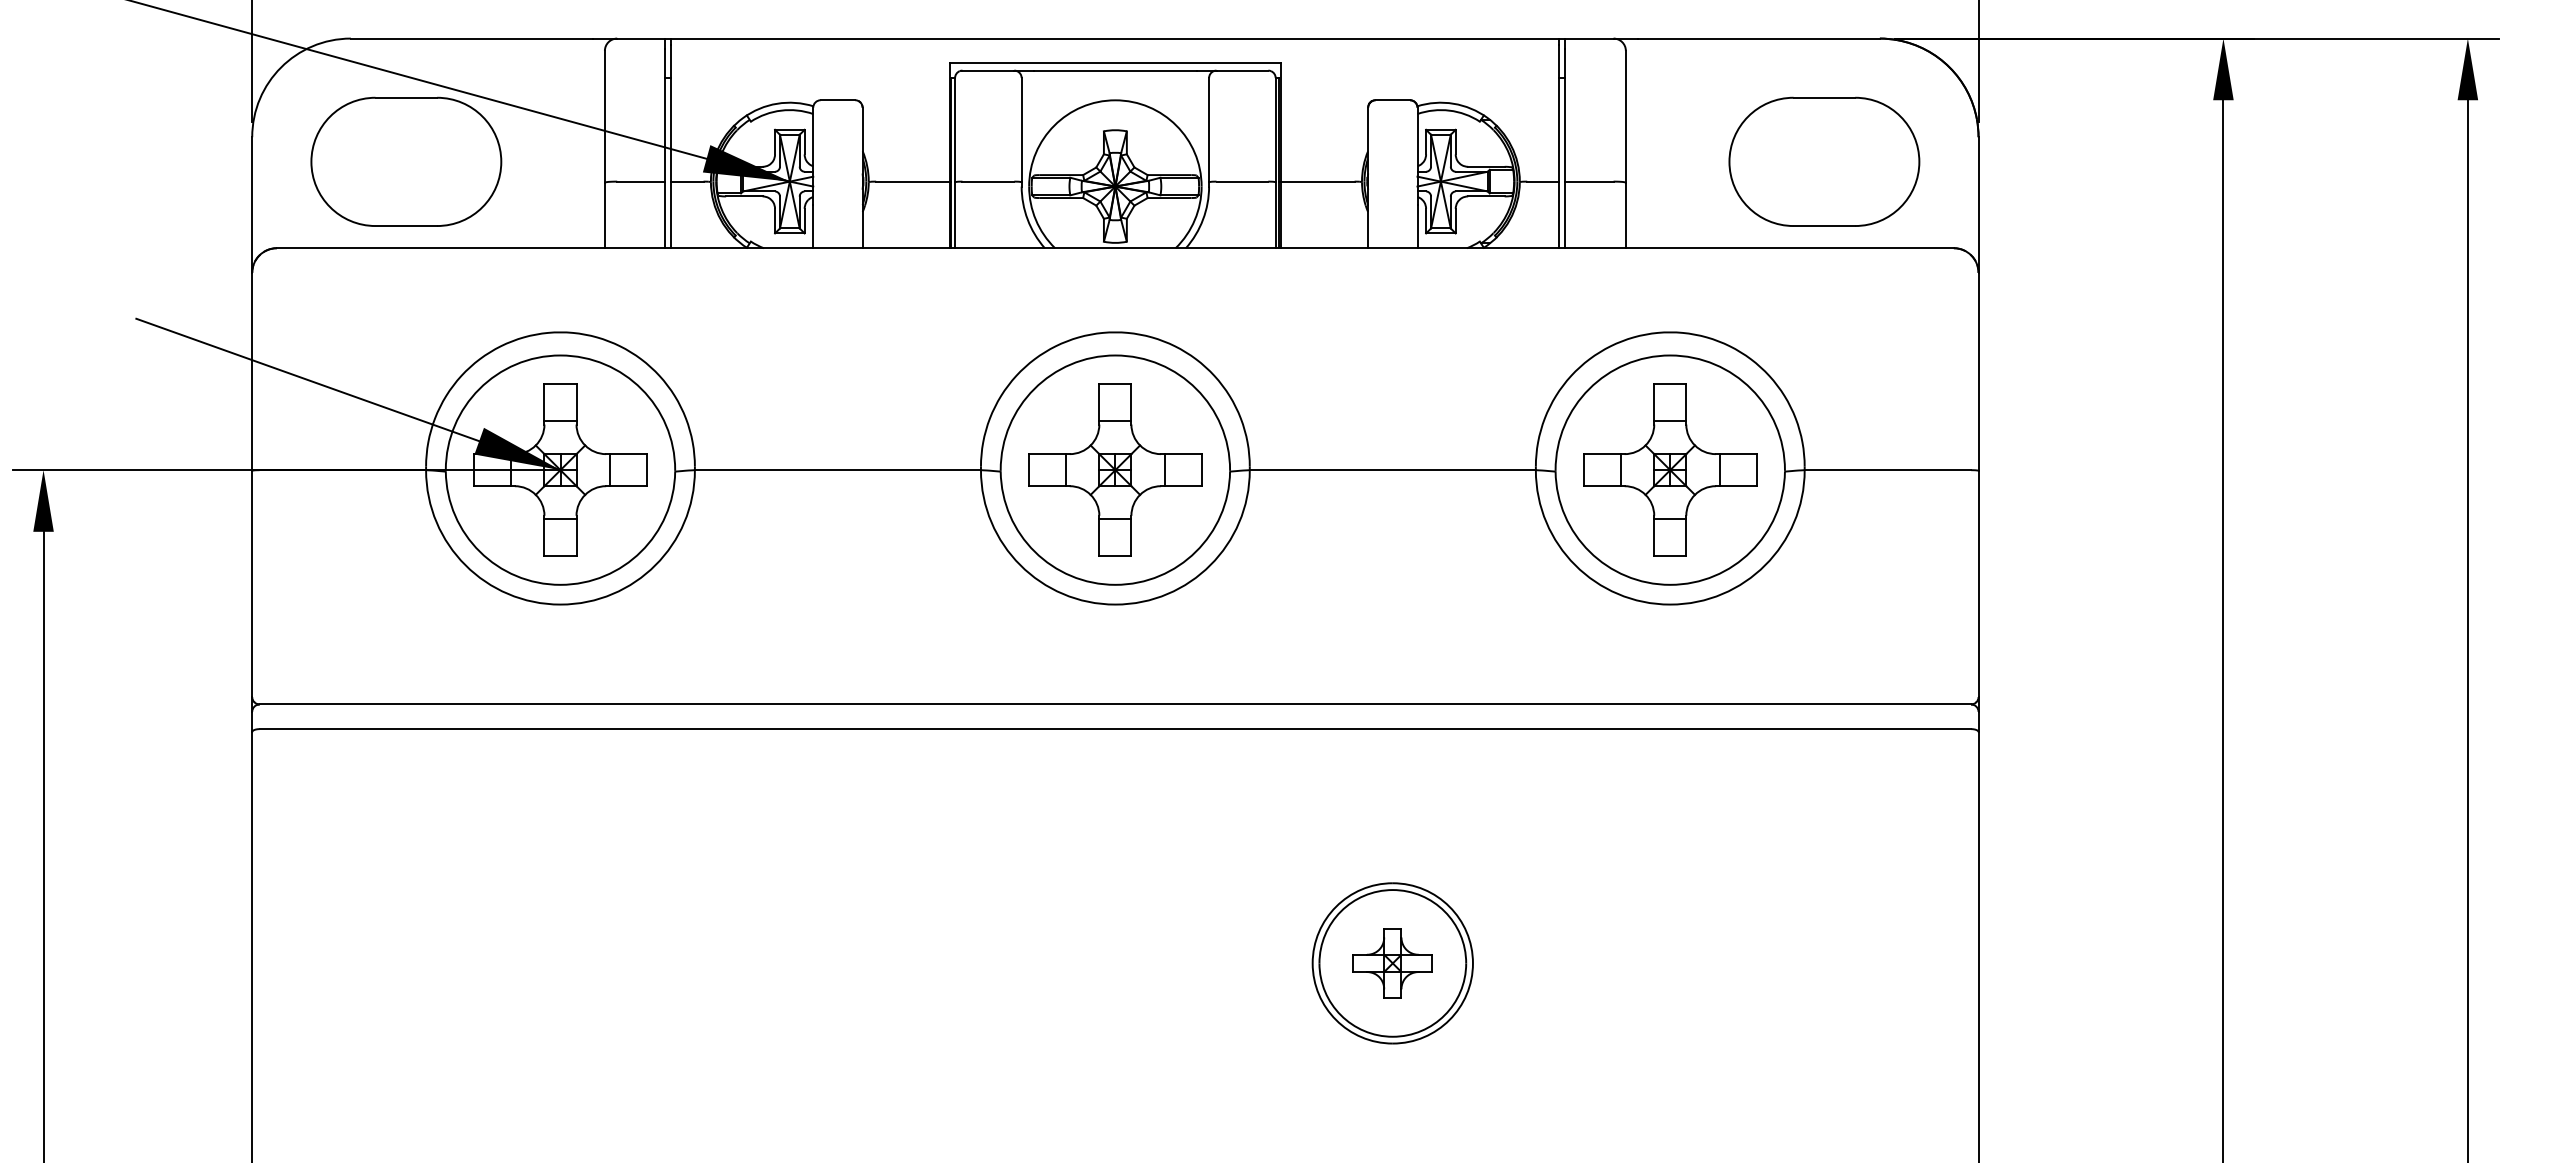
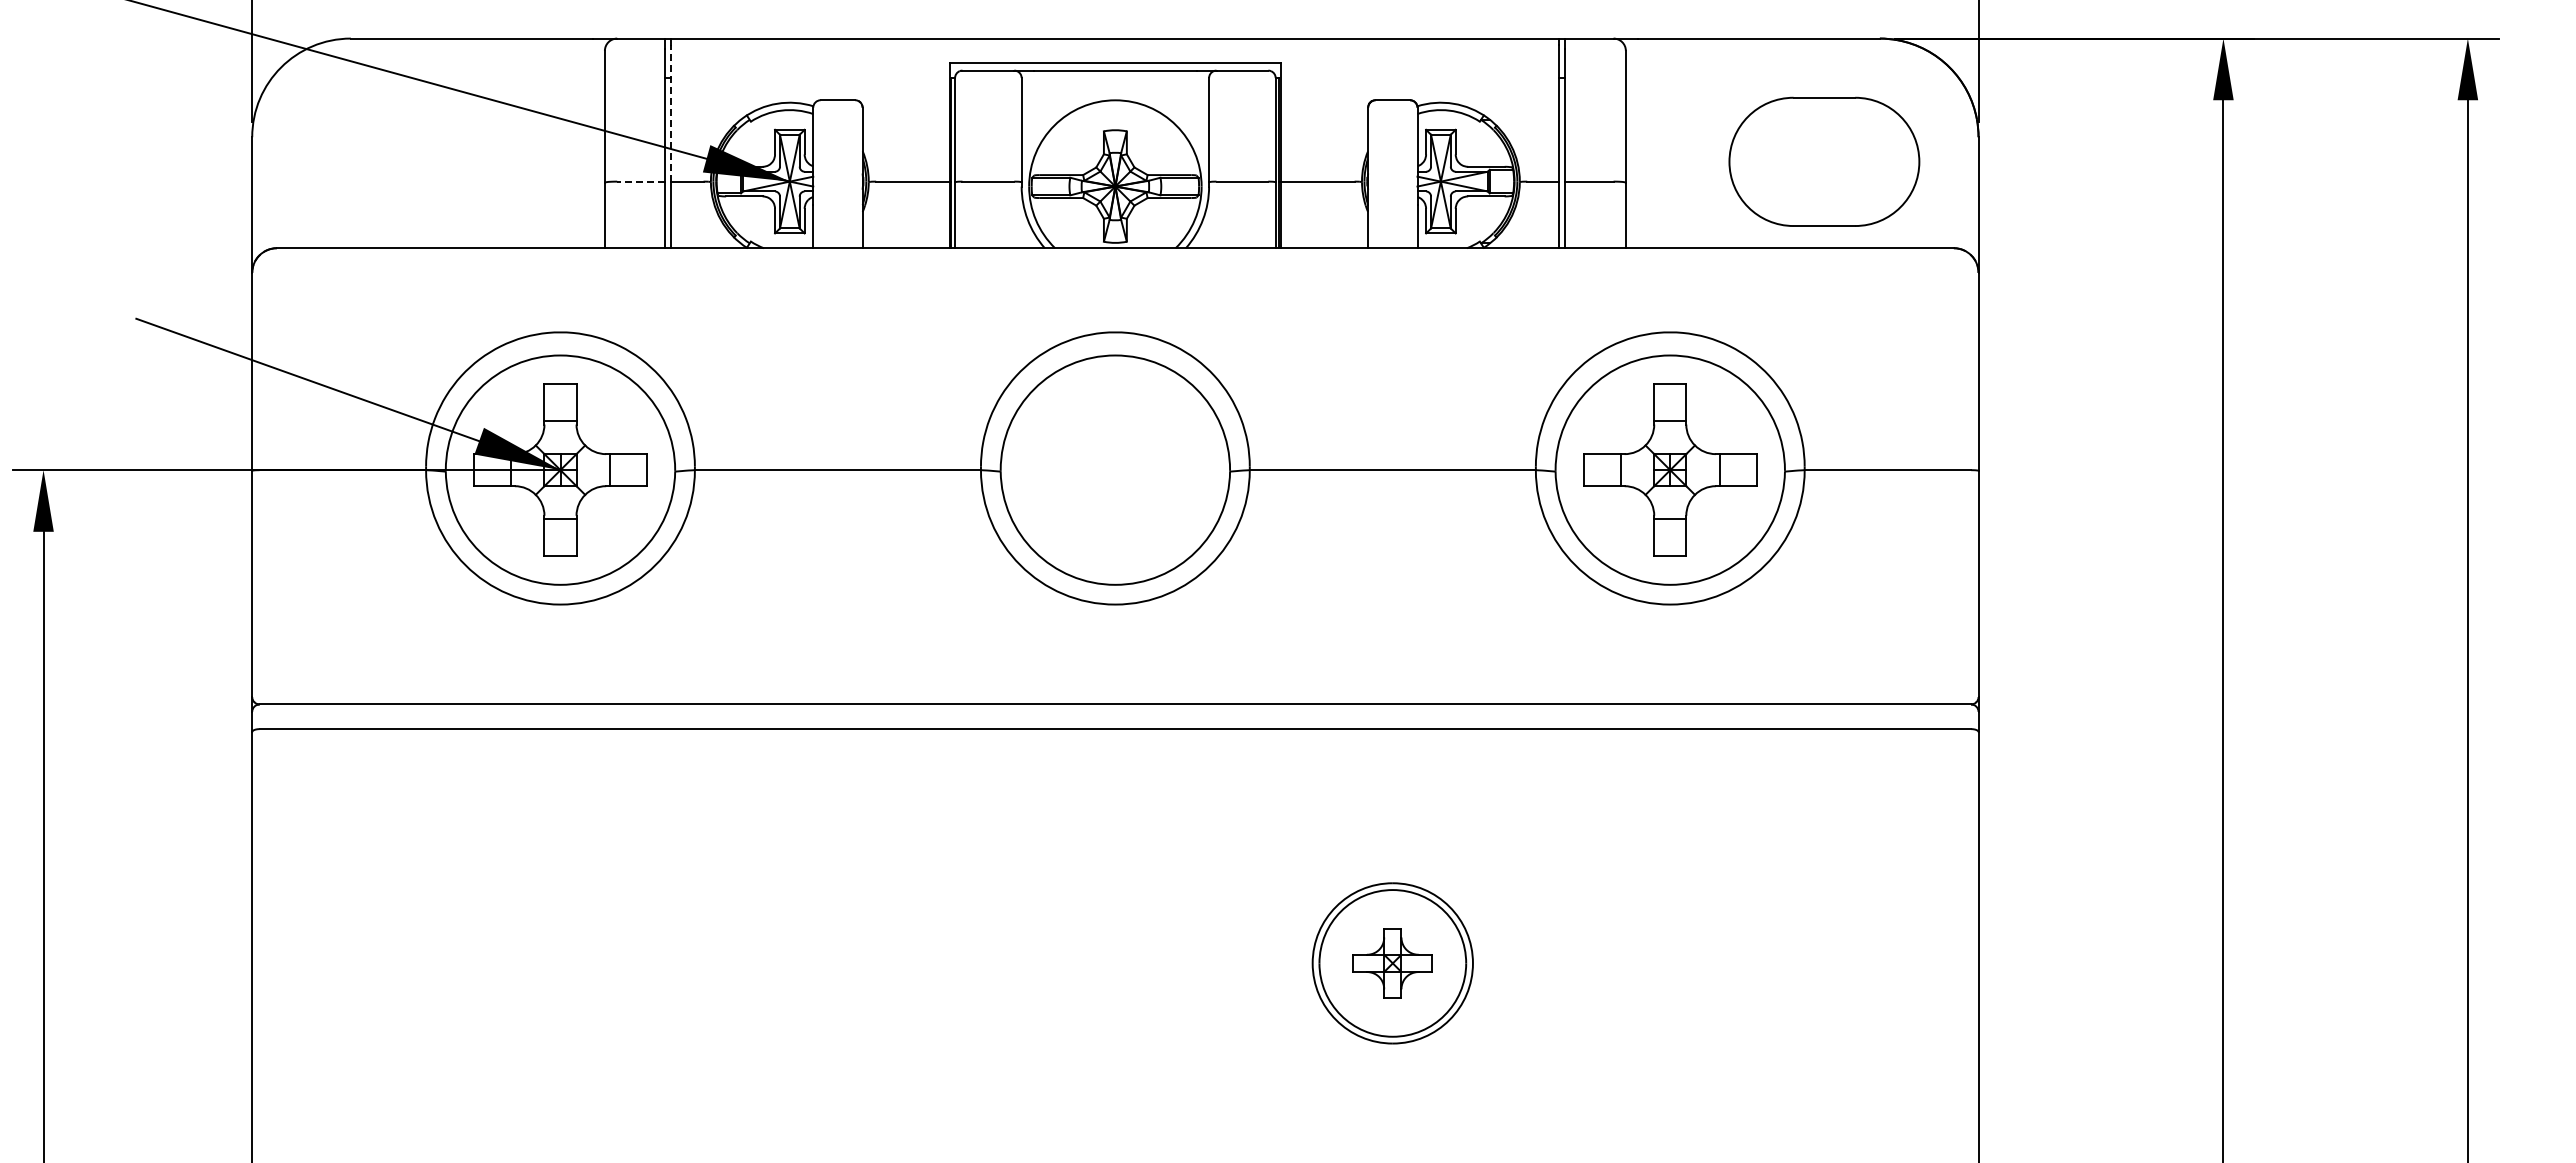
line at (671, 112): solid -> dashed
part at (406, 161): present -> none
line at (640, 181): solid -> dashed
part at (1115, 469): present -> none
